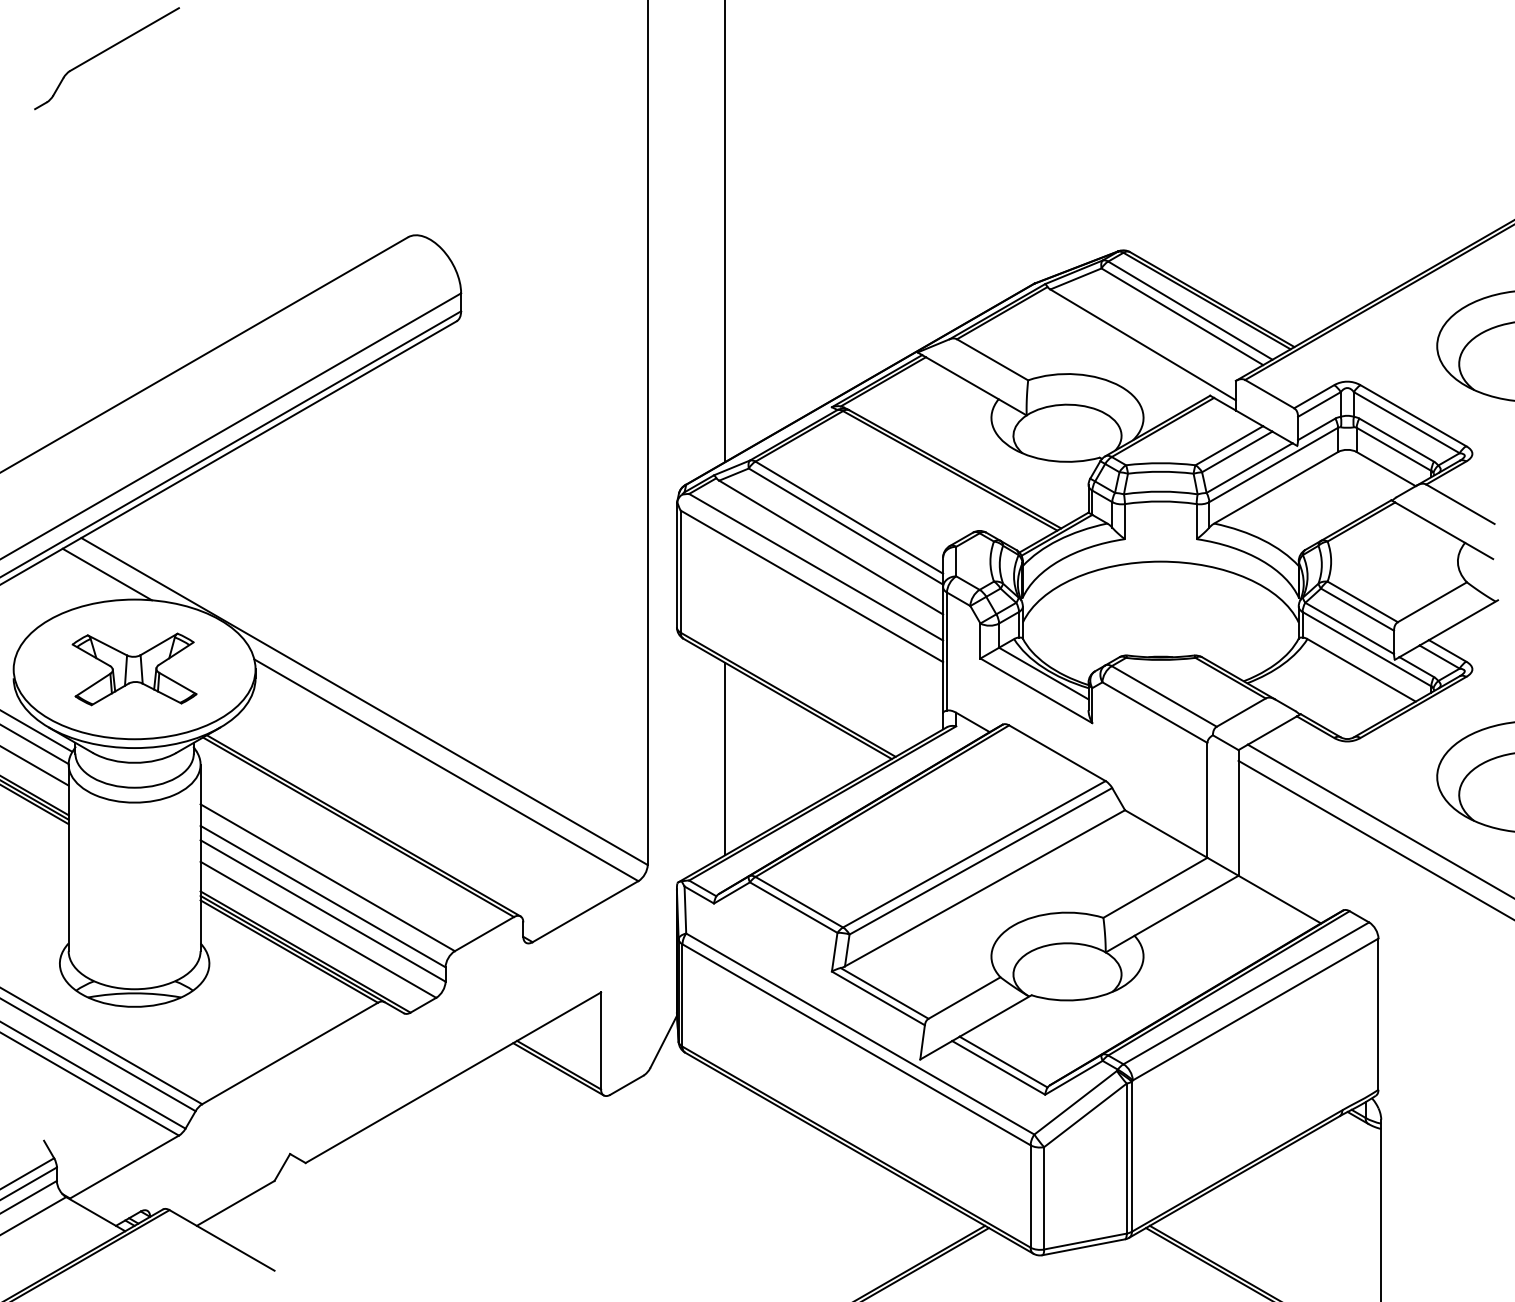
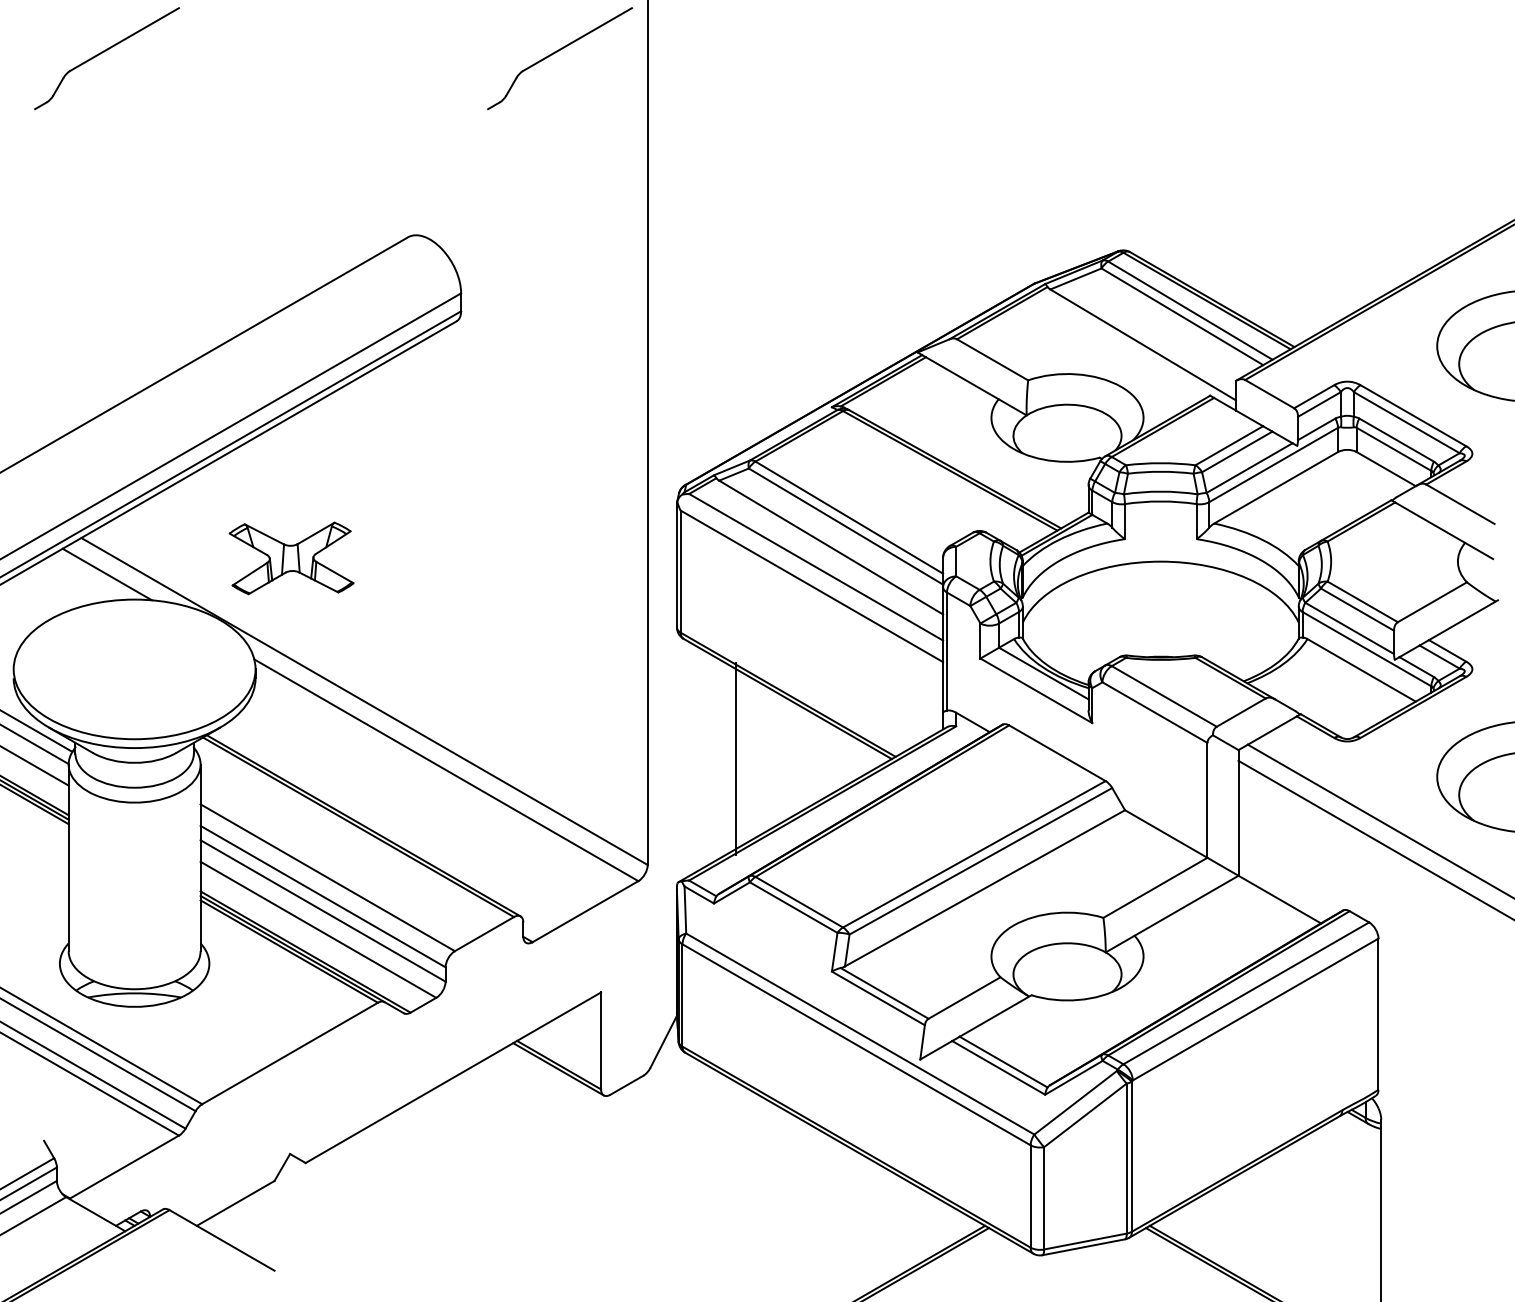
part at (557, 52): none -> present
line at (725, 231): present -> none
part at (134, 669) position: (134, 669) -> (291, 558)
line at (725, 758) position: (725, 758) -> (736, 758)
